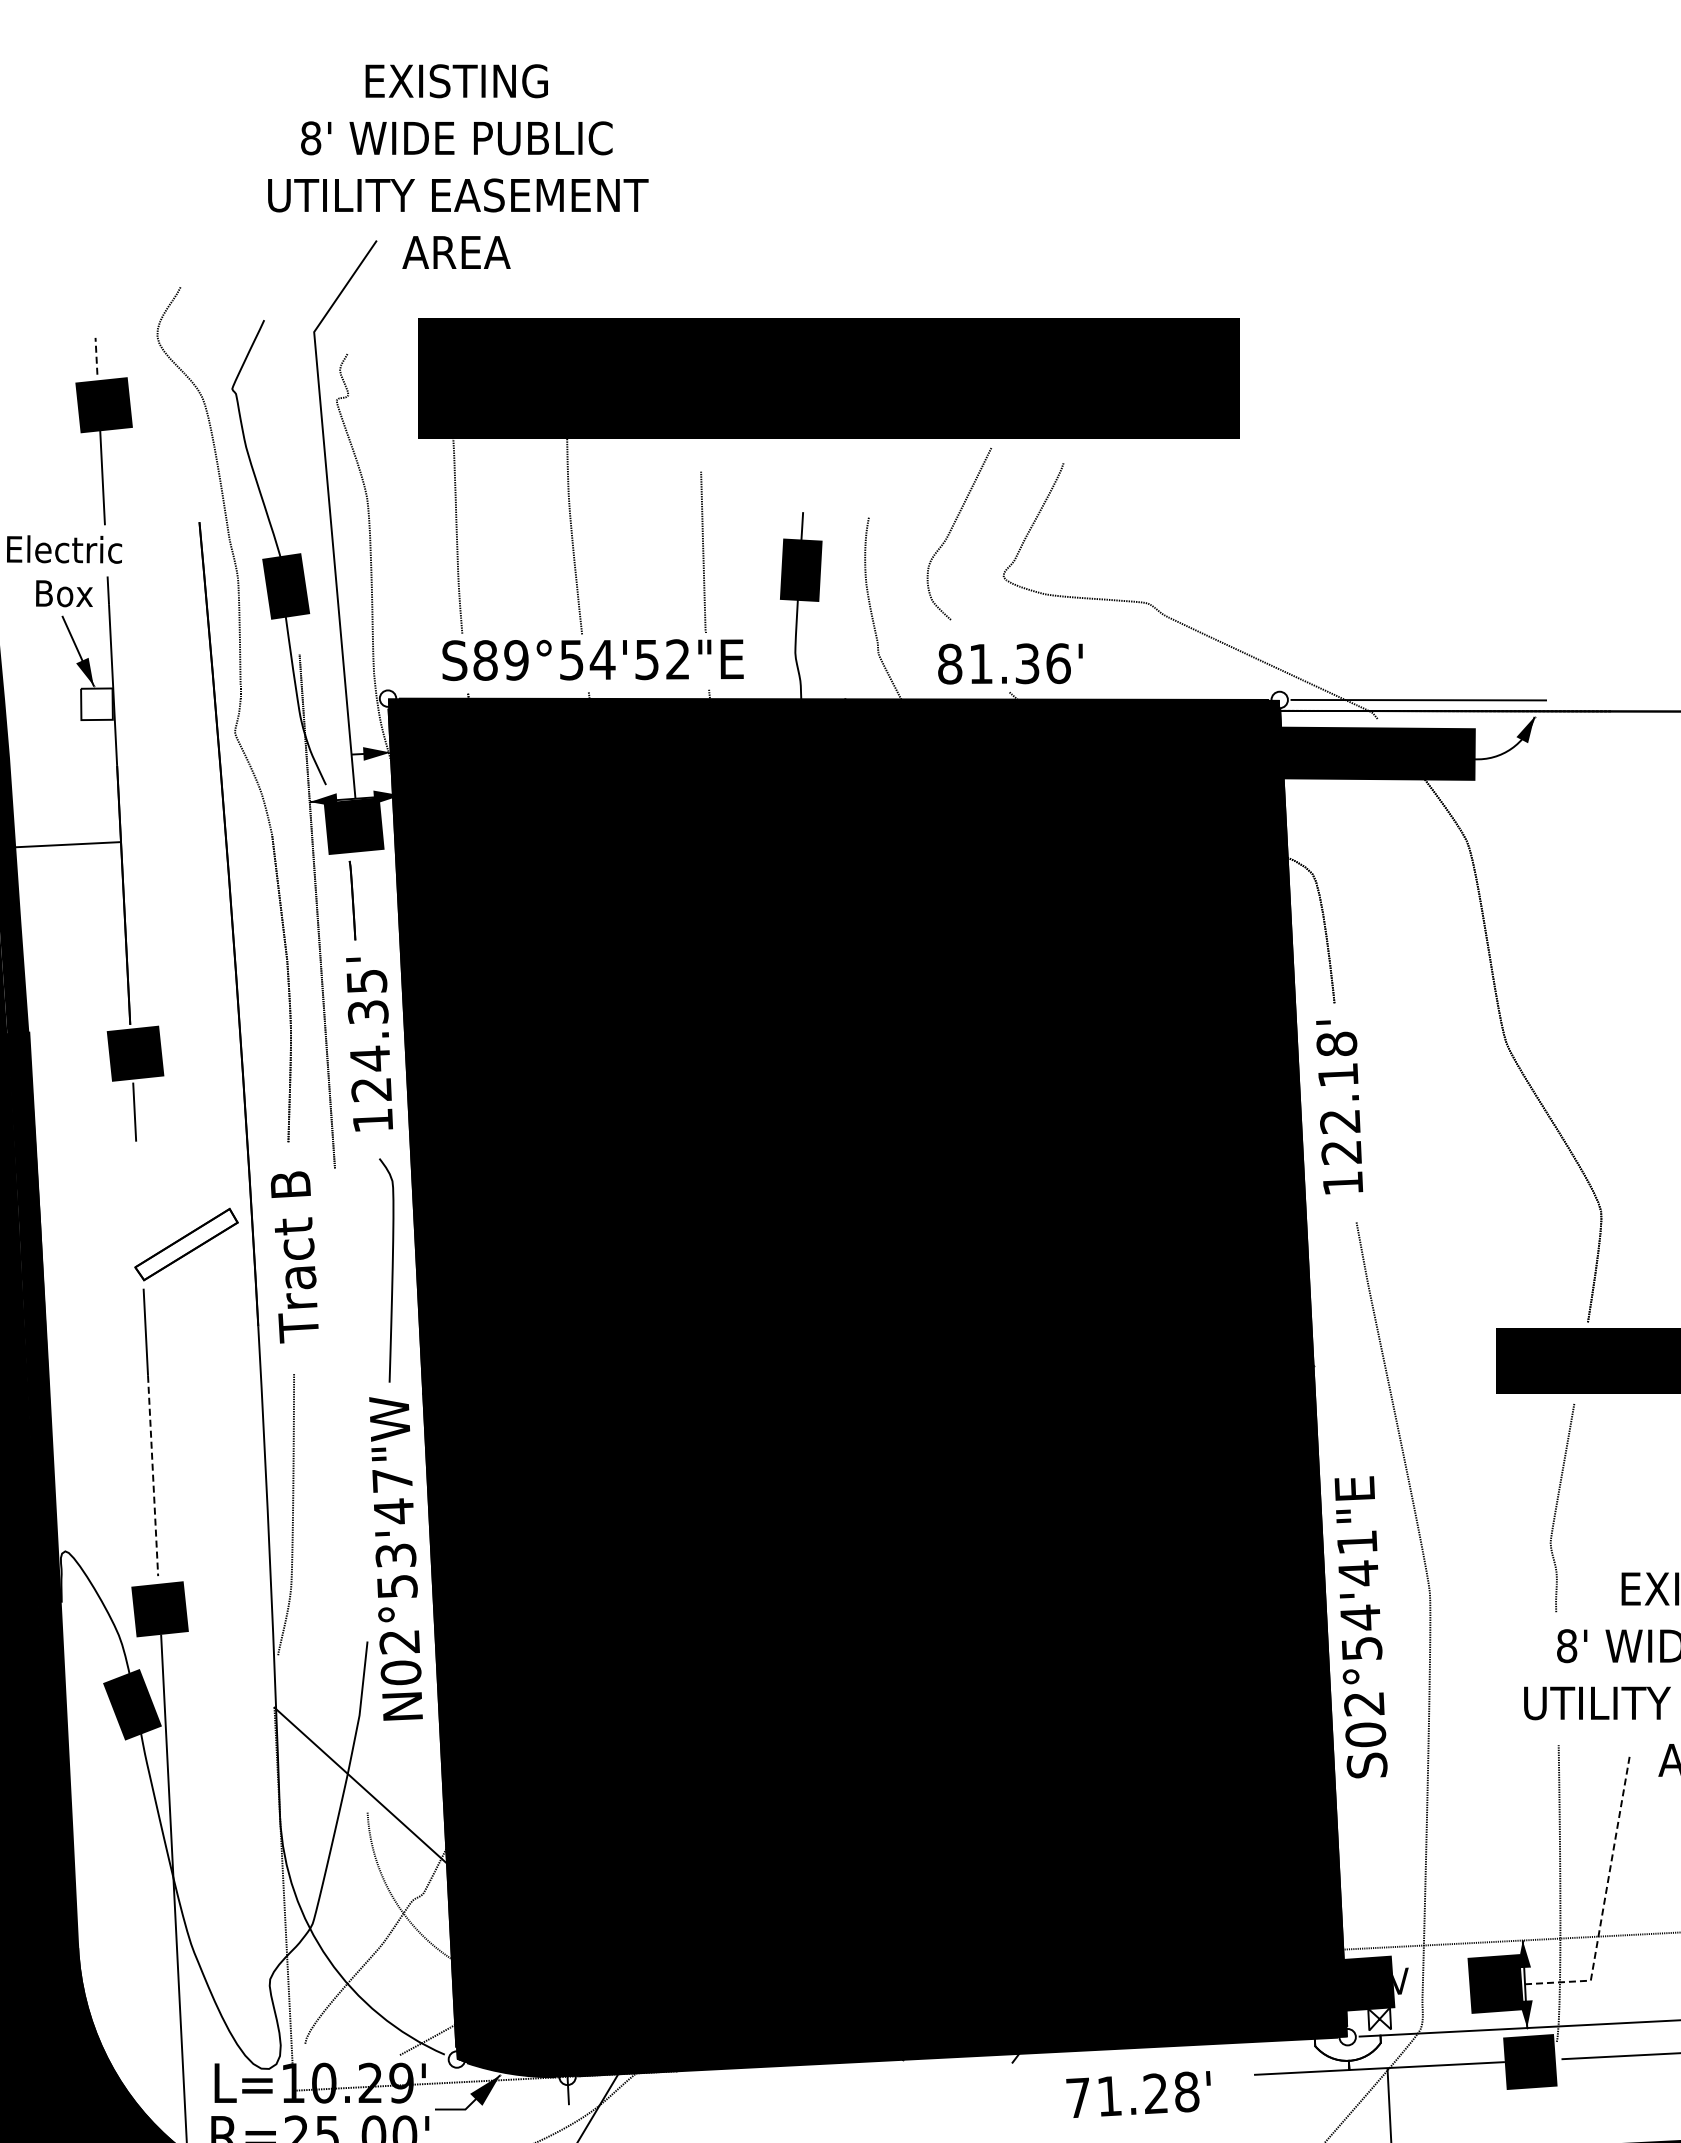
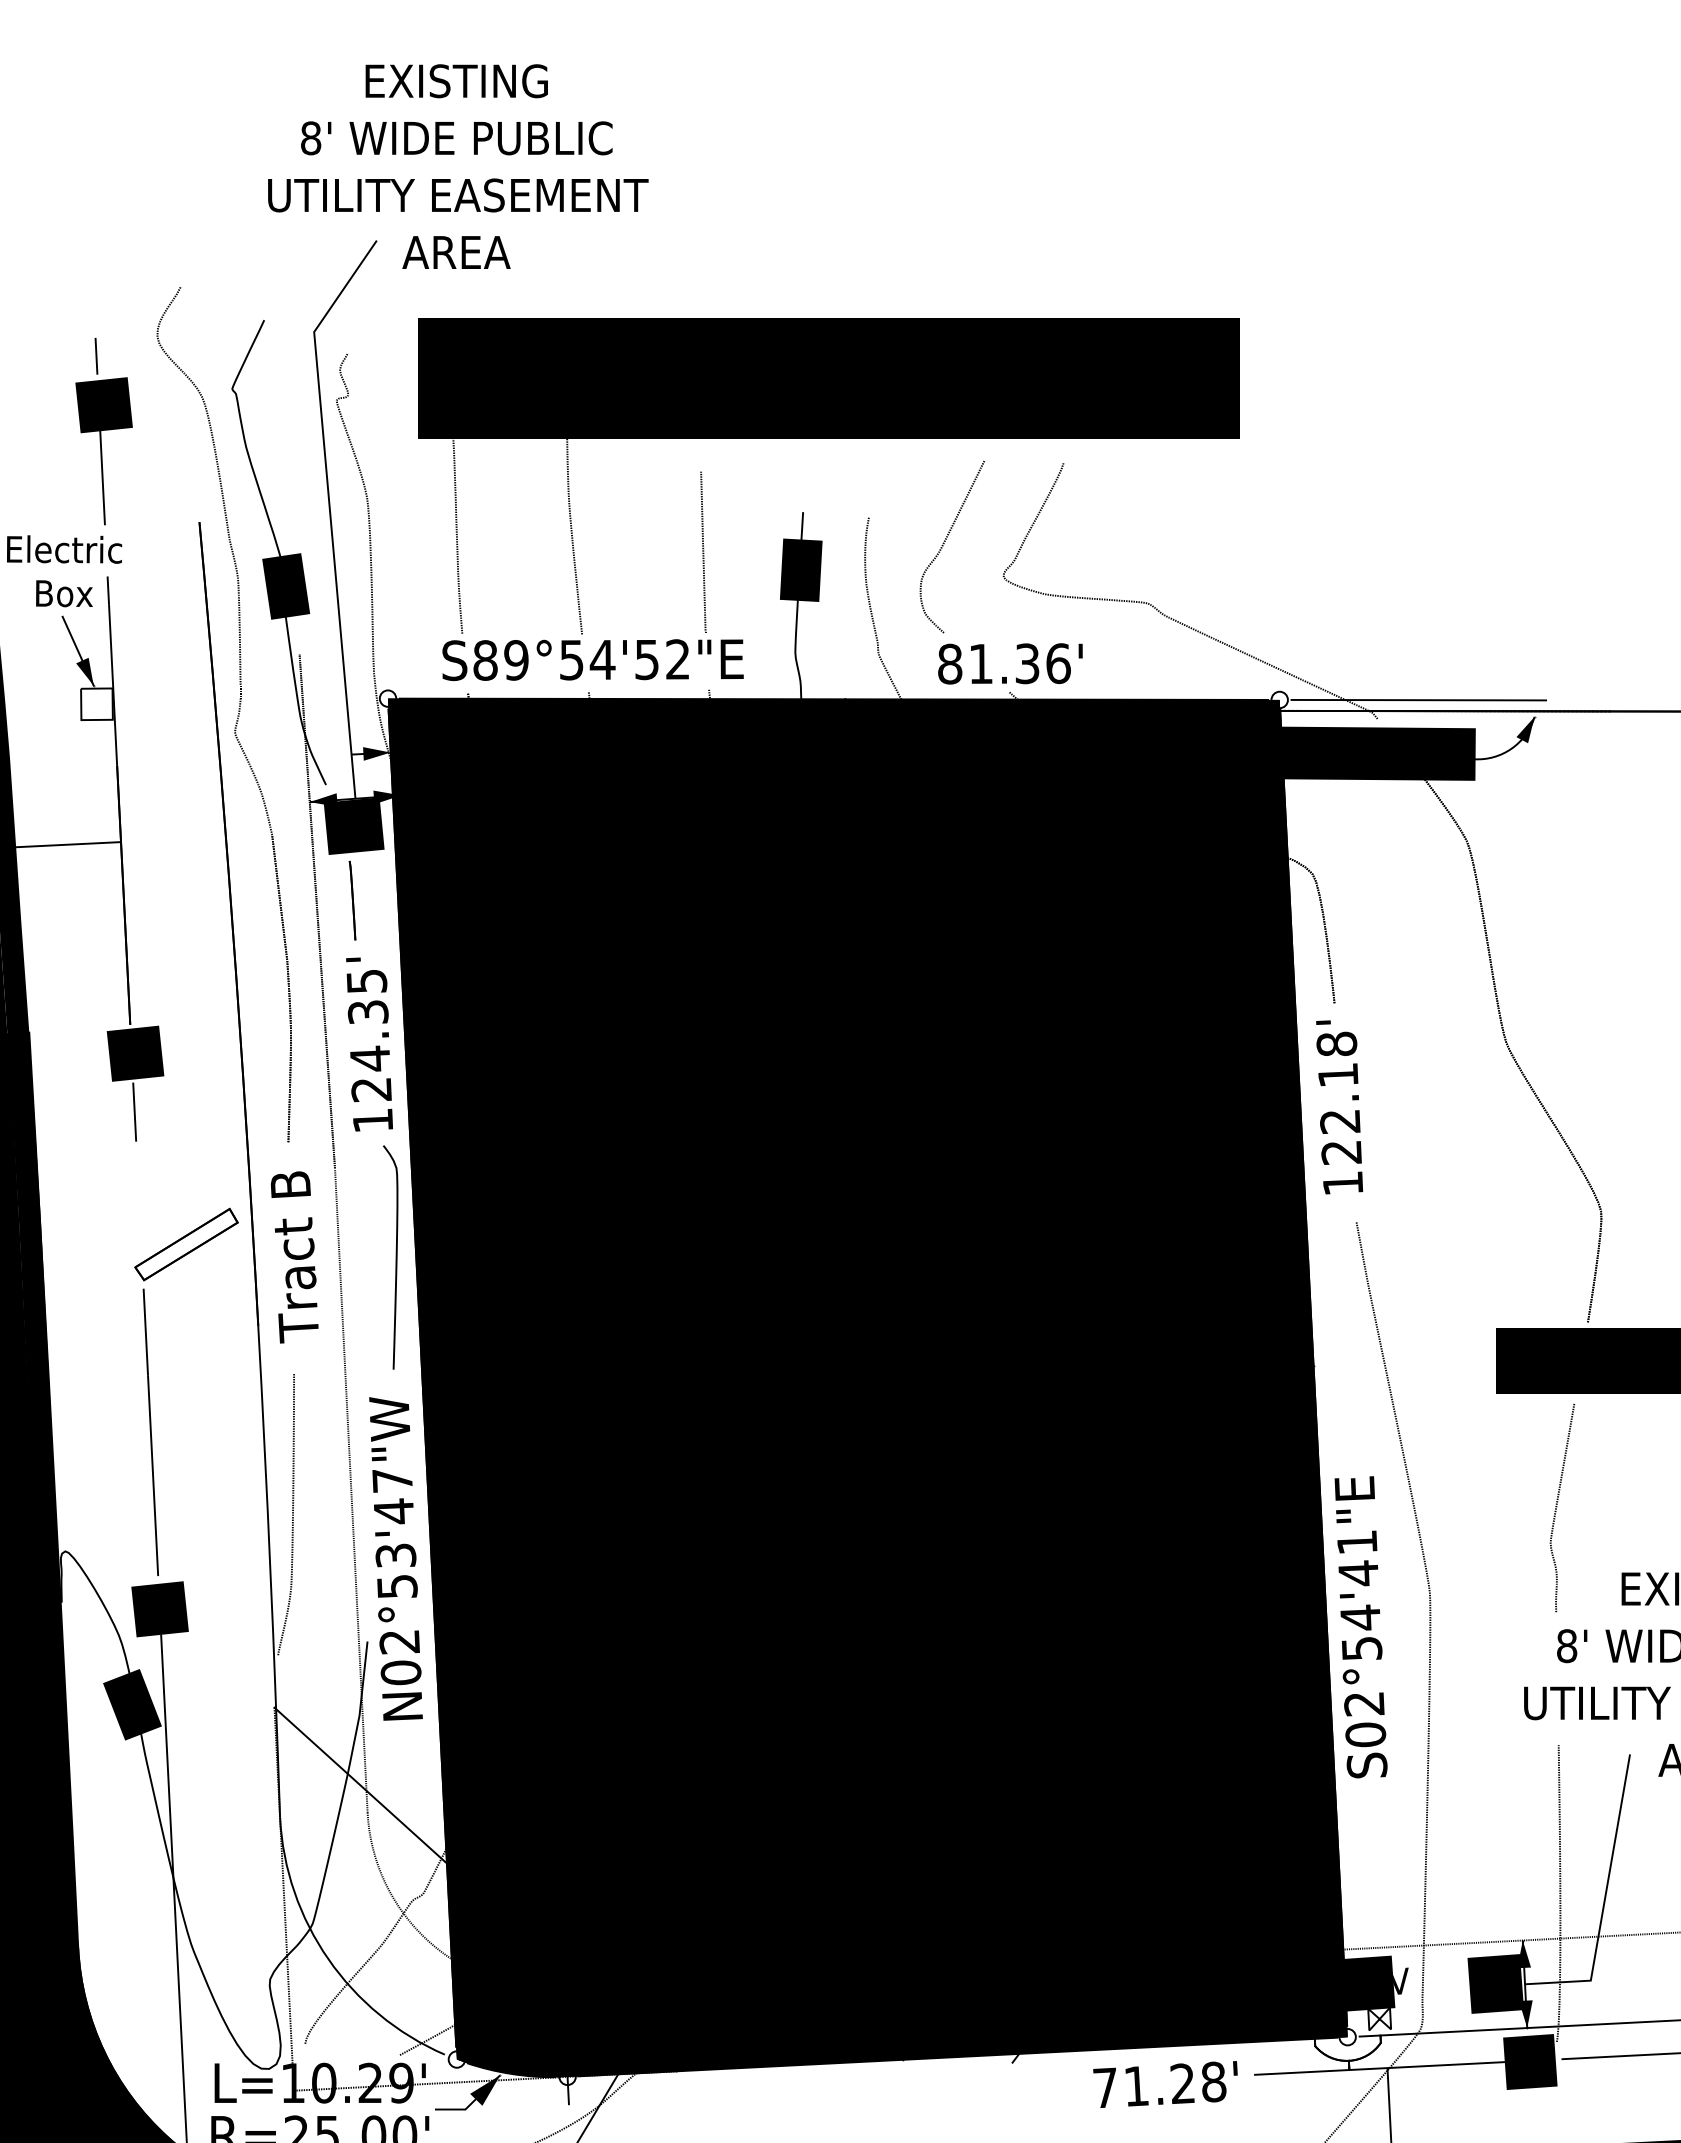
line at (96, 355): dashed -> solid
curve at (951, 531) position: (951, 531) -> (944, 544)
curve at (391, 1270) position: (391, 1270) -> (395, 1257)
line at (153, 1476): dashed -> solid
line at (351, 1490): none -> present
line at (1604, 1899): dashed -> solid
text at (1138, 2094) position: (1138, 2094) -> (1165, 2084)
